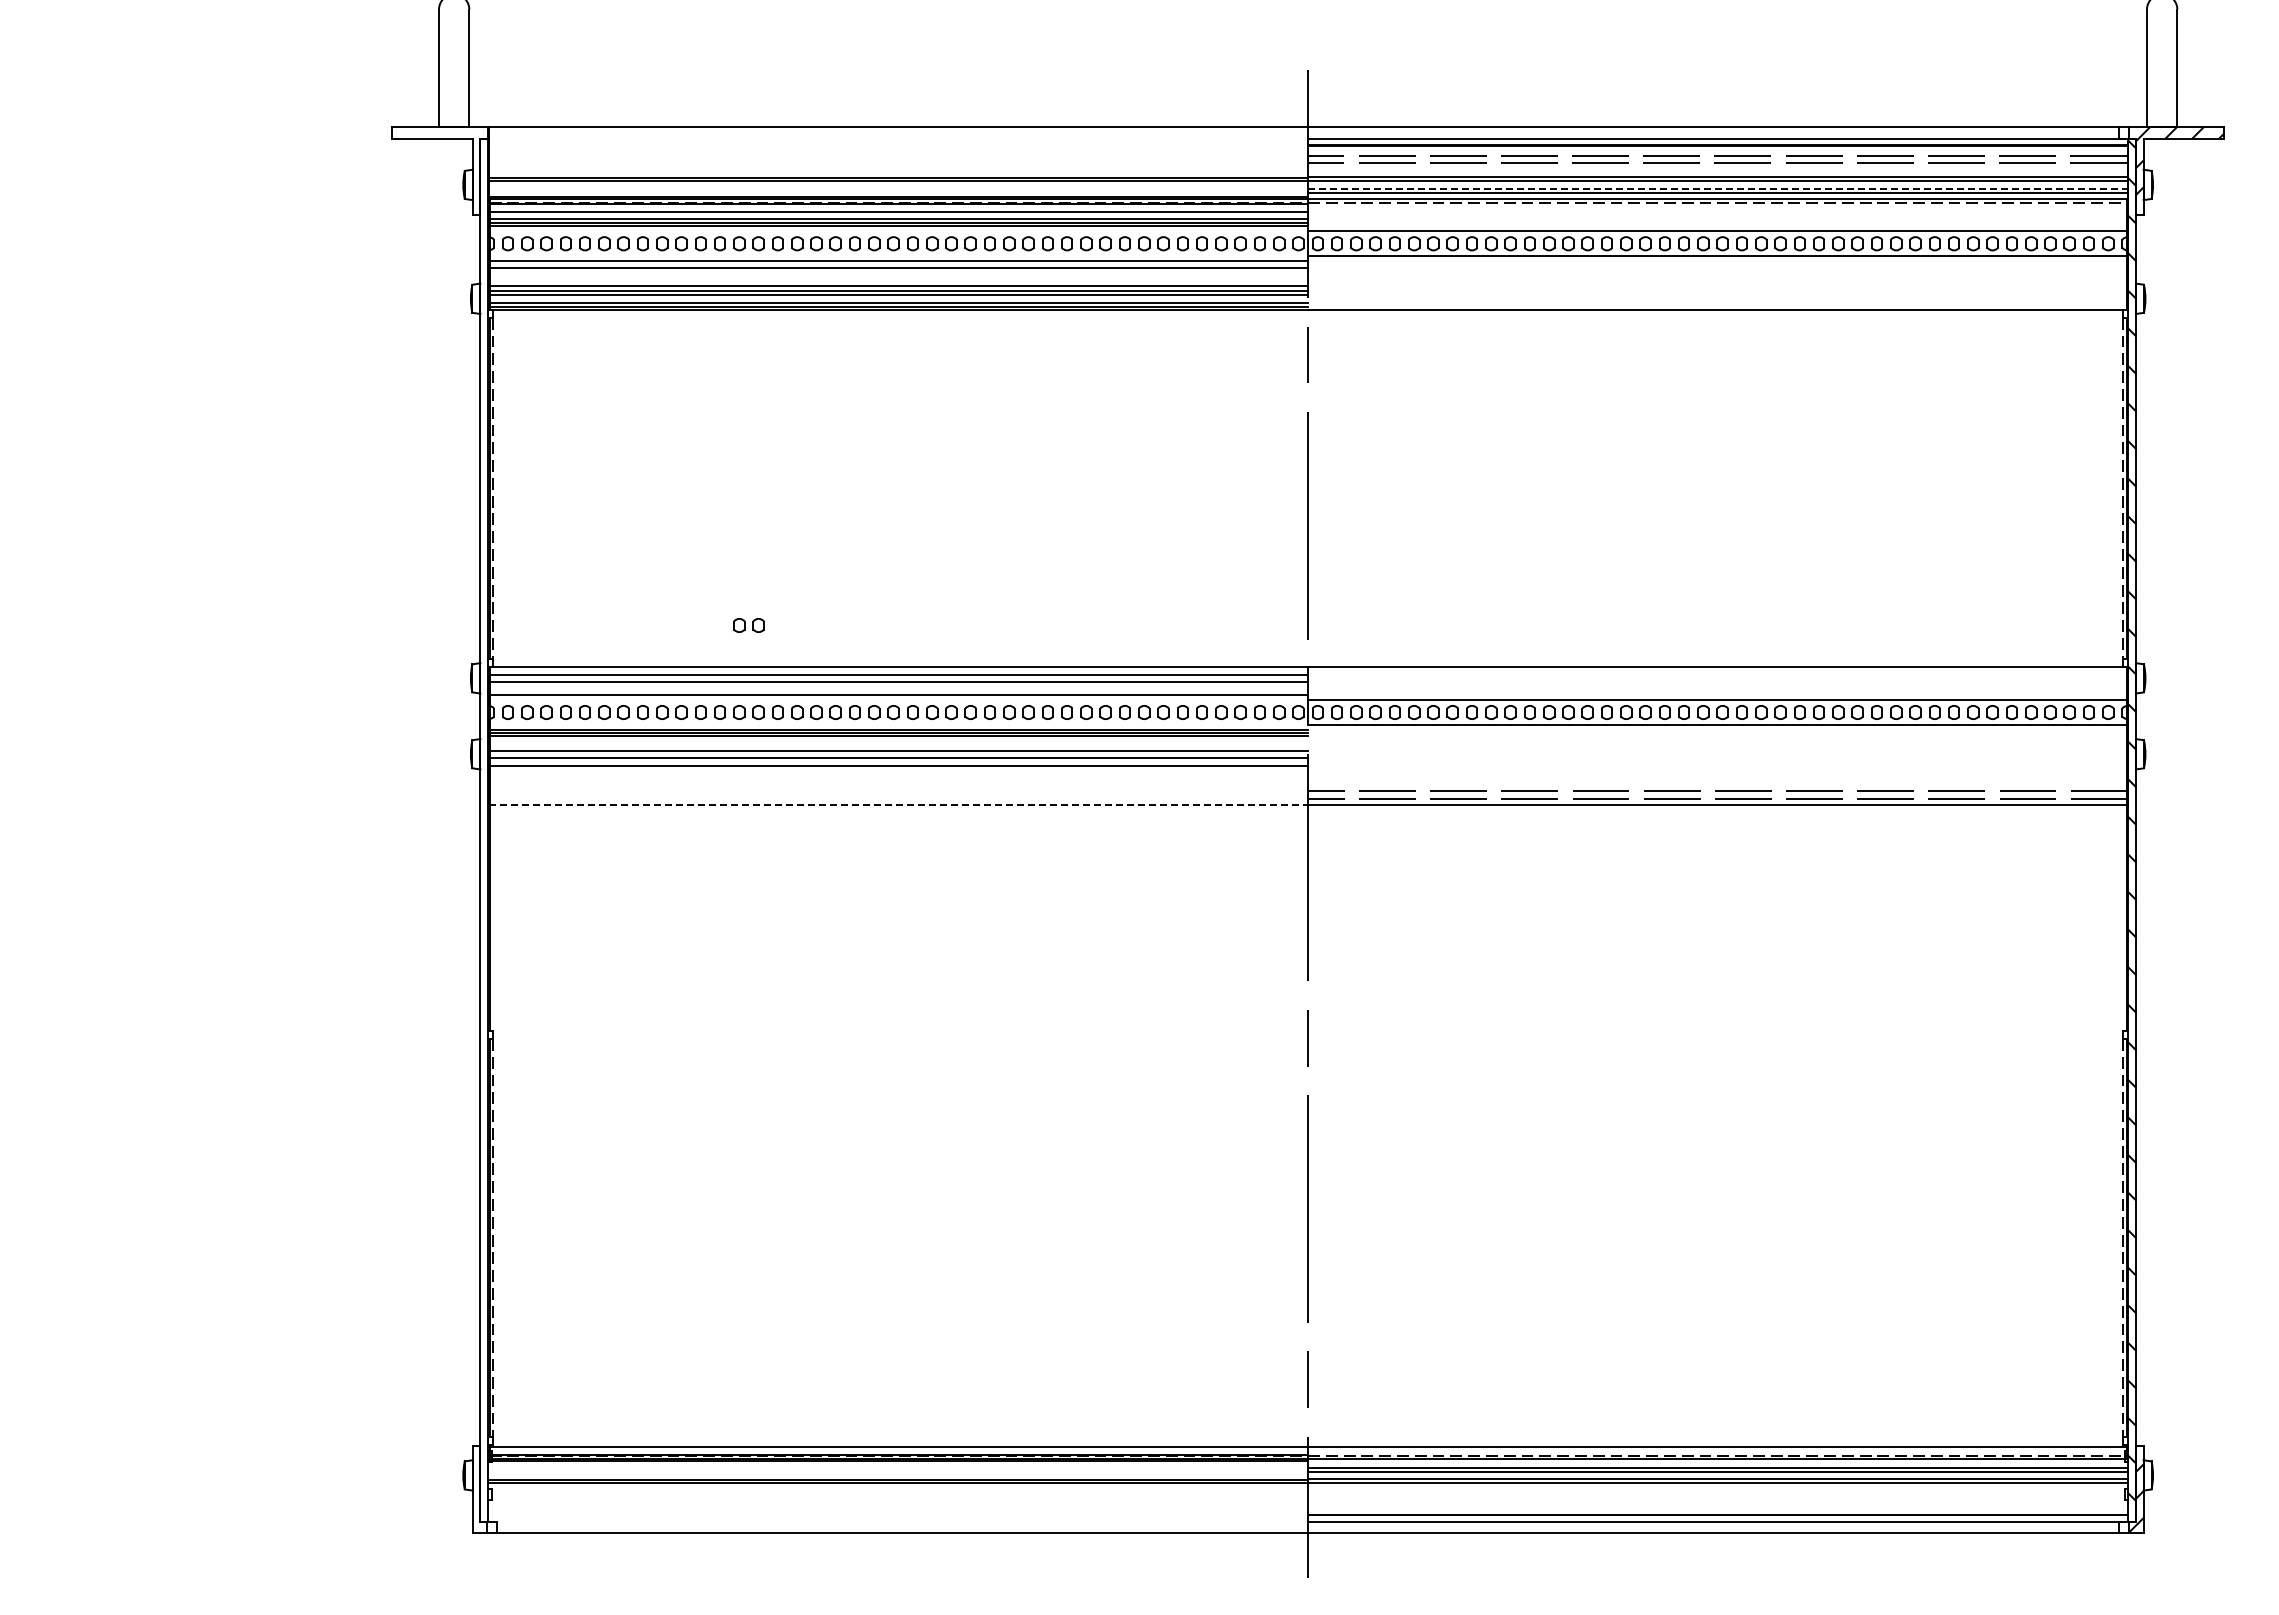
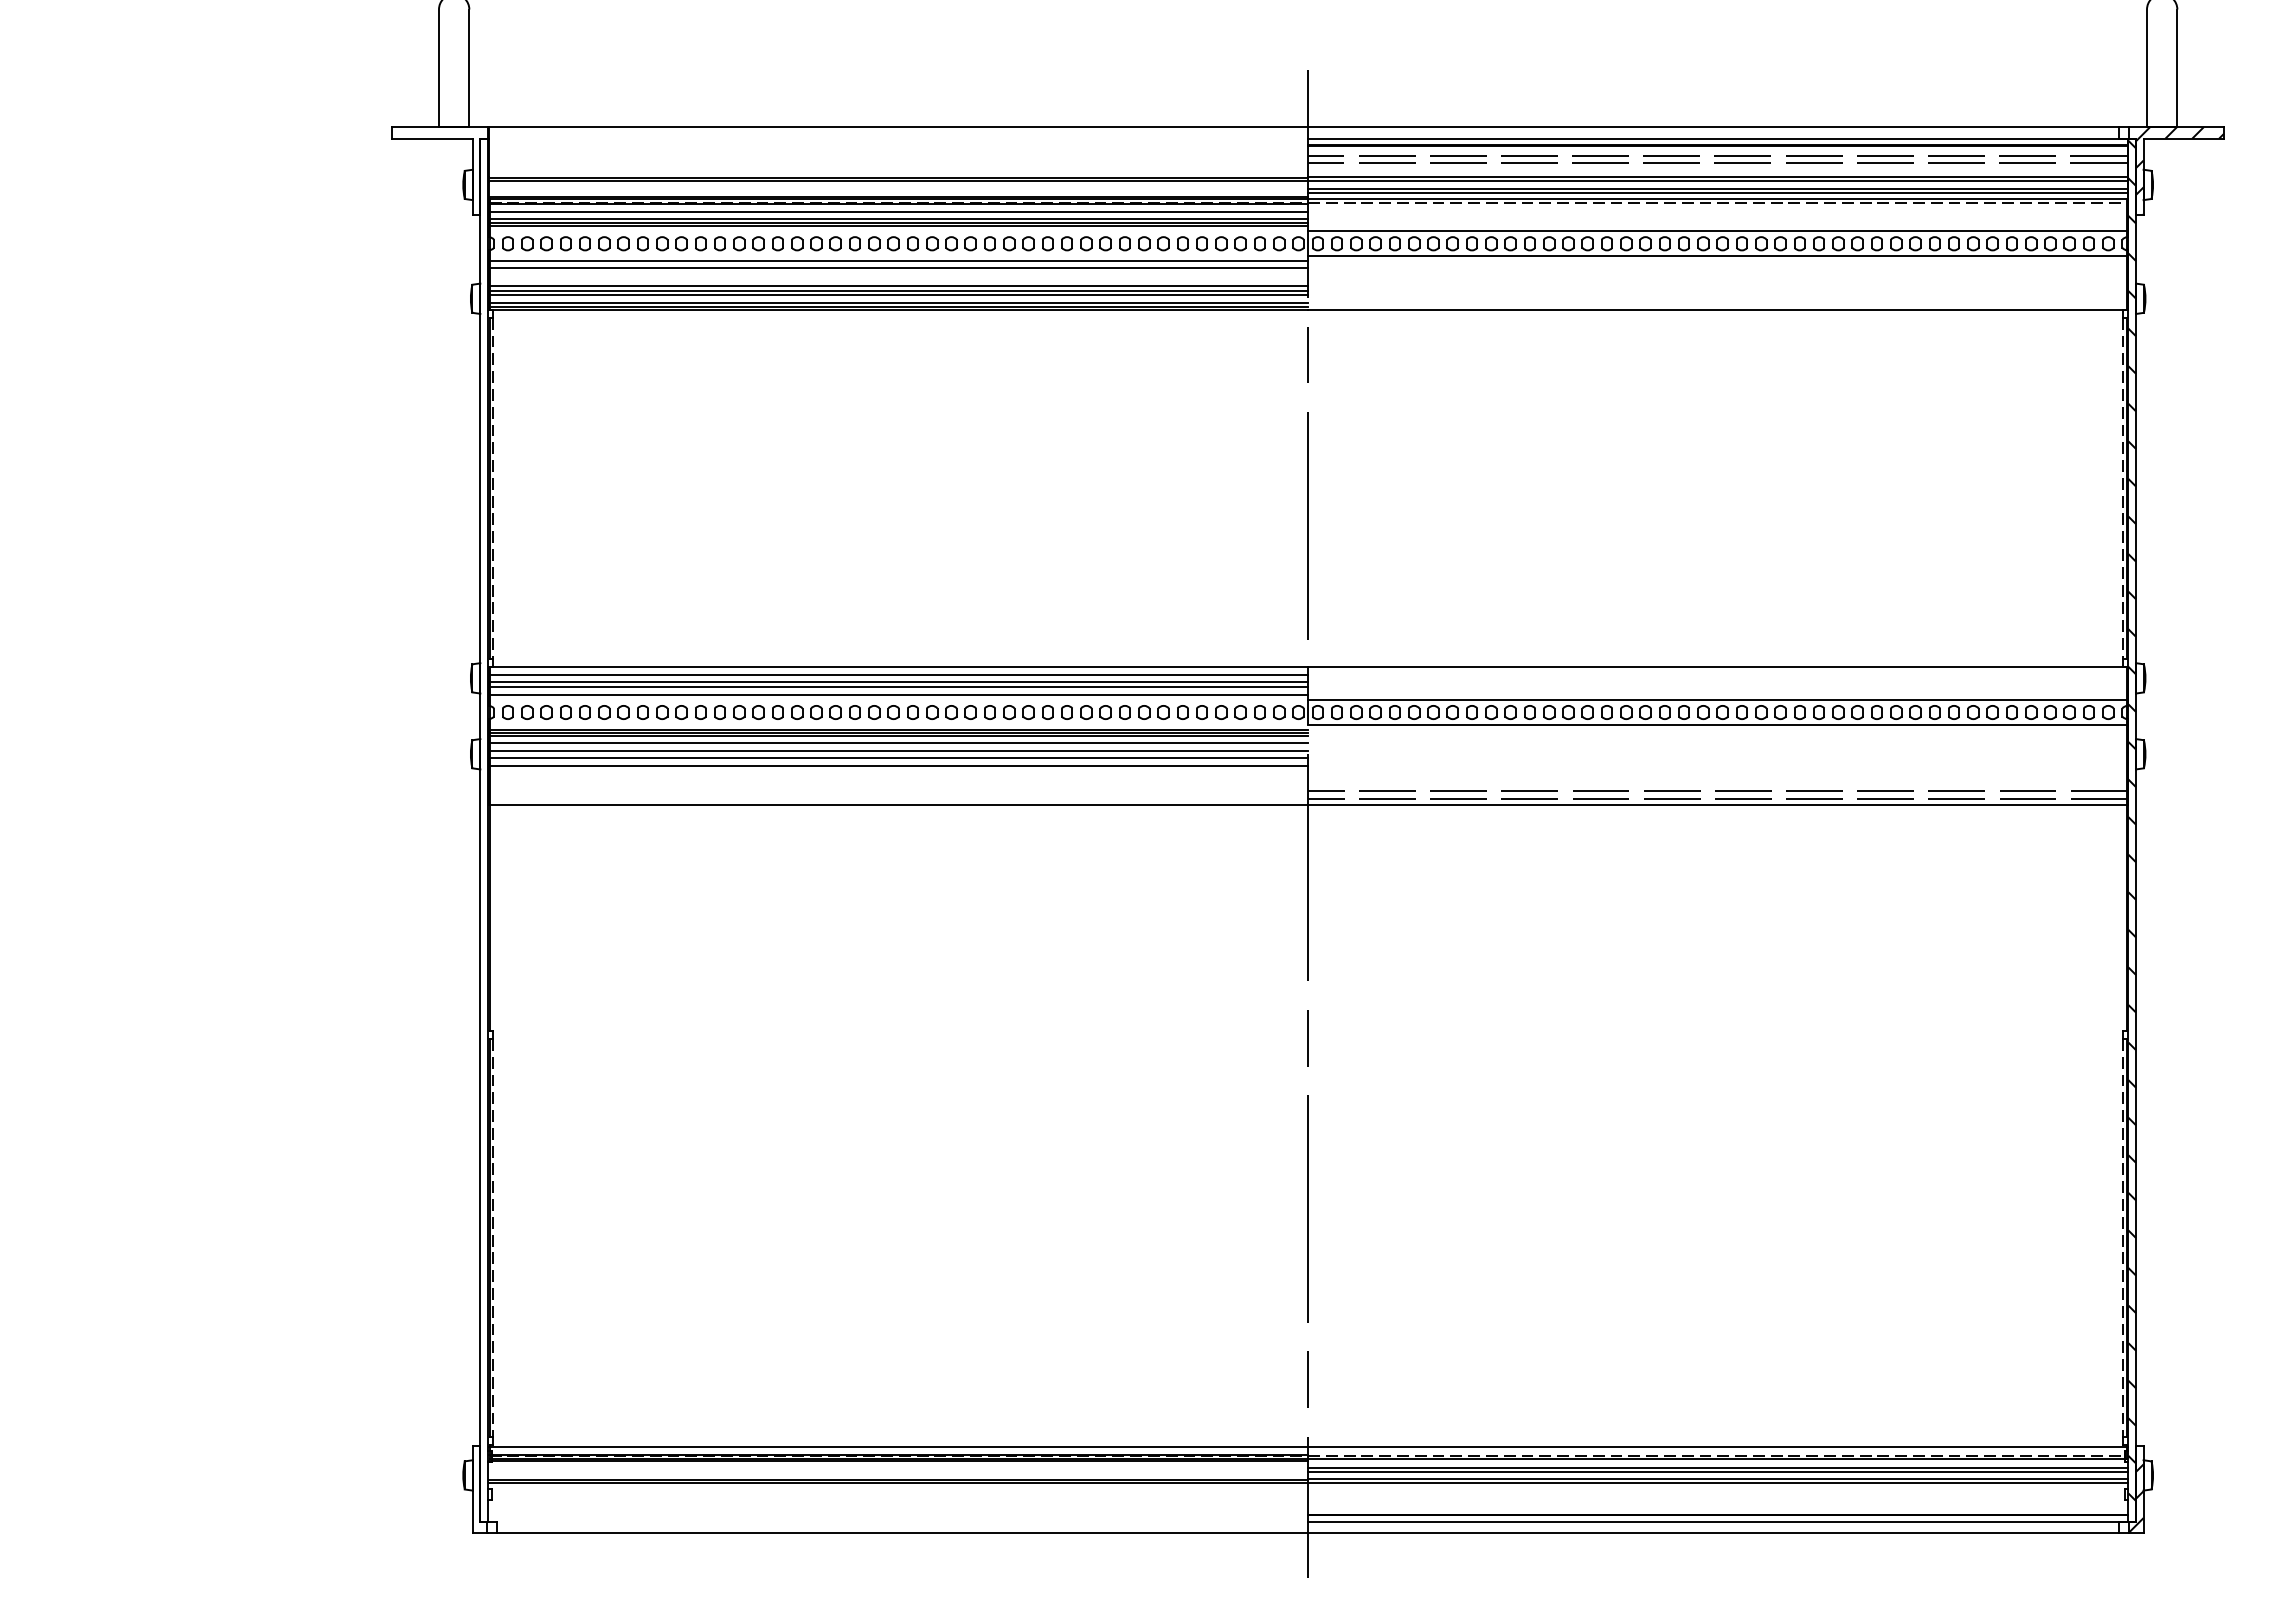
line at (1717, 188): dashed -> solid
part at (748, 625): present -> none
line at (898, 686): none -> present
line at (898, 743): none -> present
line at (898, 804): dashed -> solid
